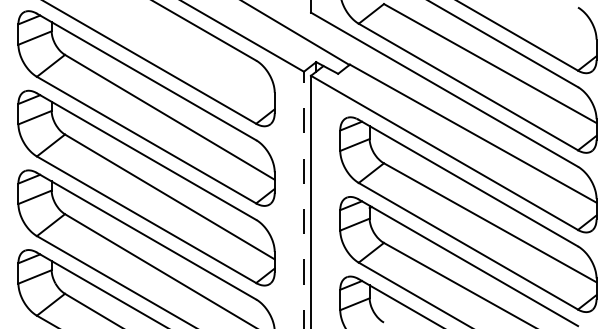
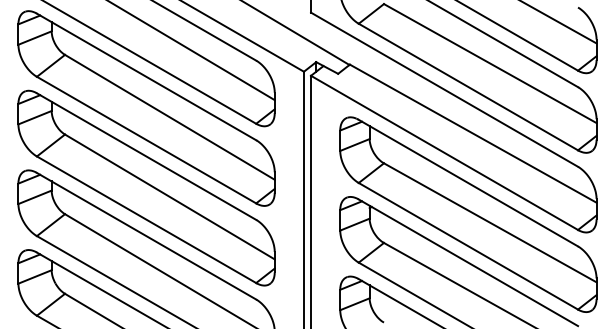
line at (559, 22): none -> present
line at (192, 51): none -> present
line at (303, 199): dashed -> solid
